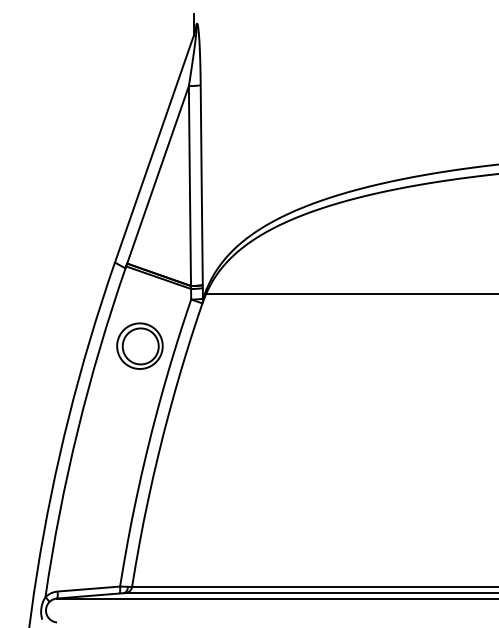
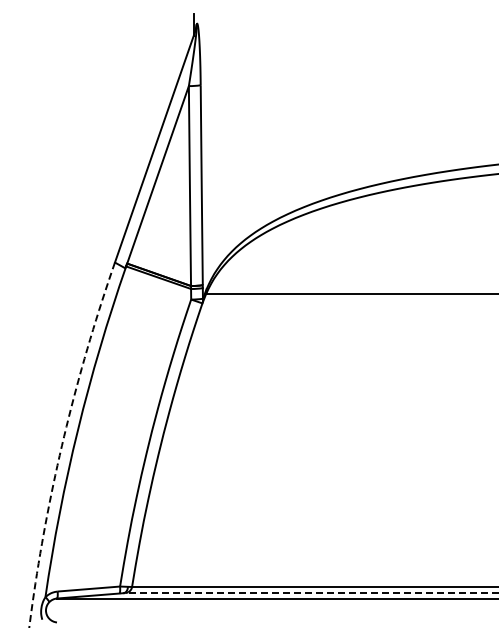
part at (139, 345): present -> none
arc at (62, 442): solid -> dashed
line at (311, 593): solid -> dashed
